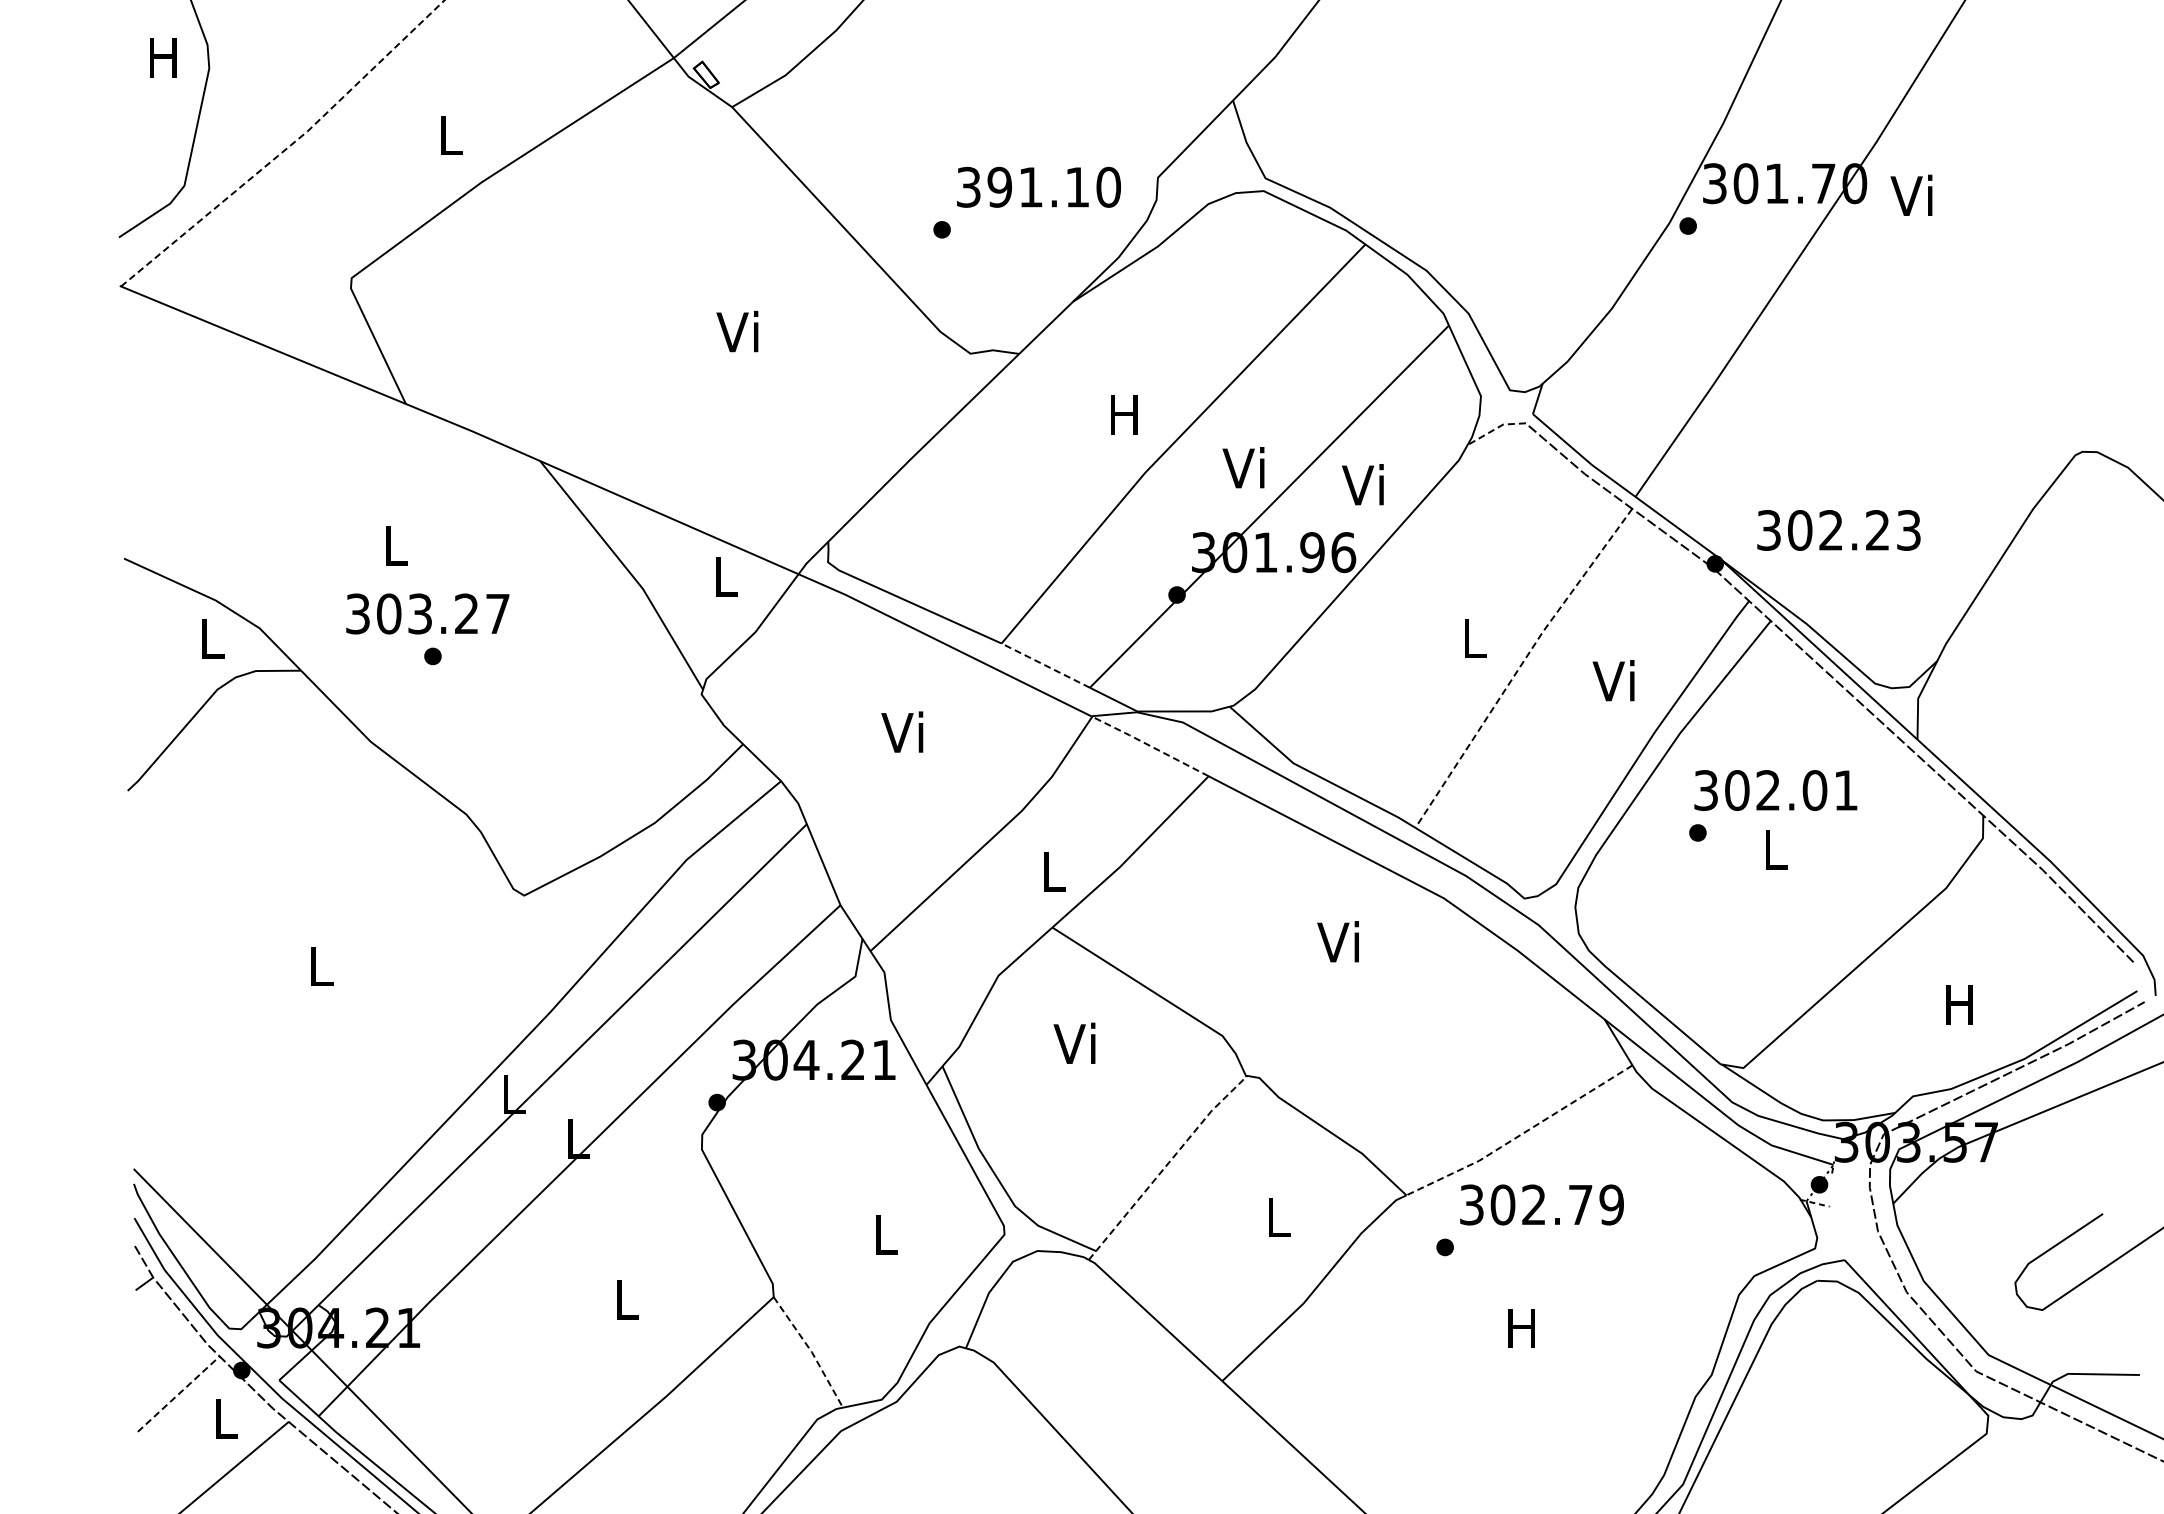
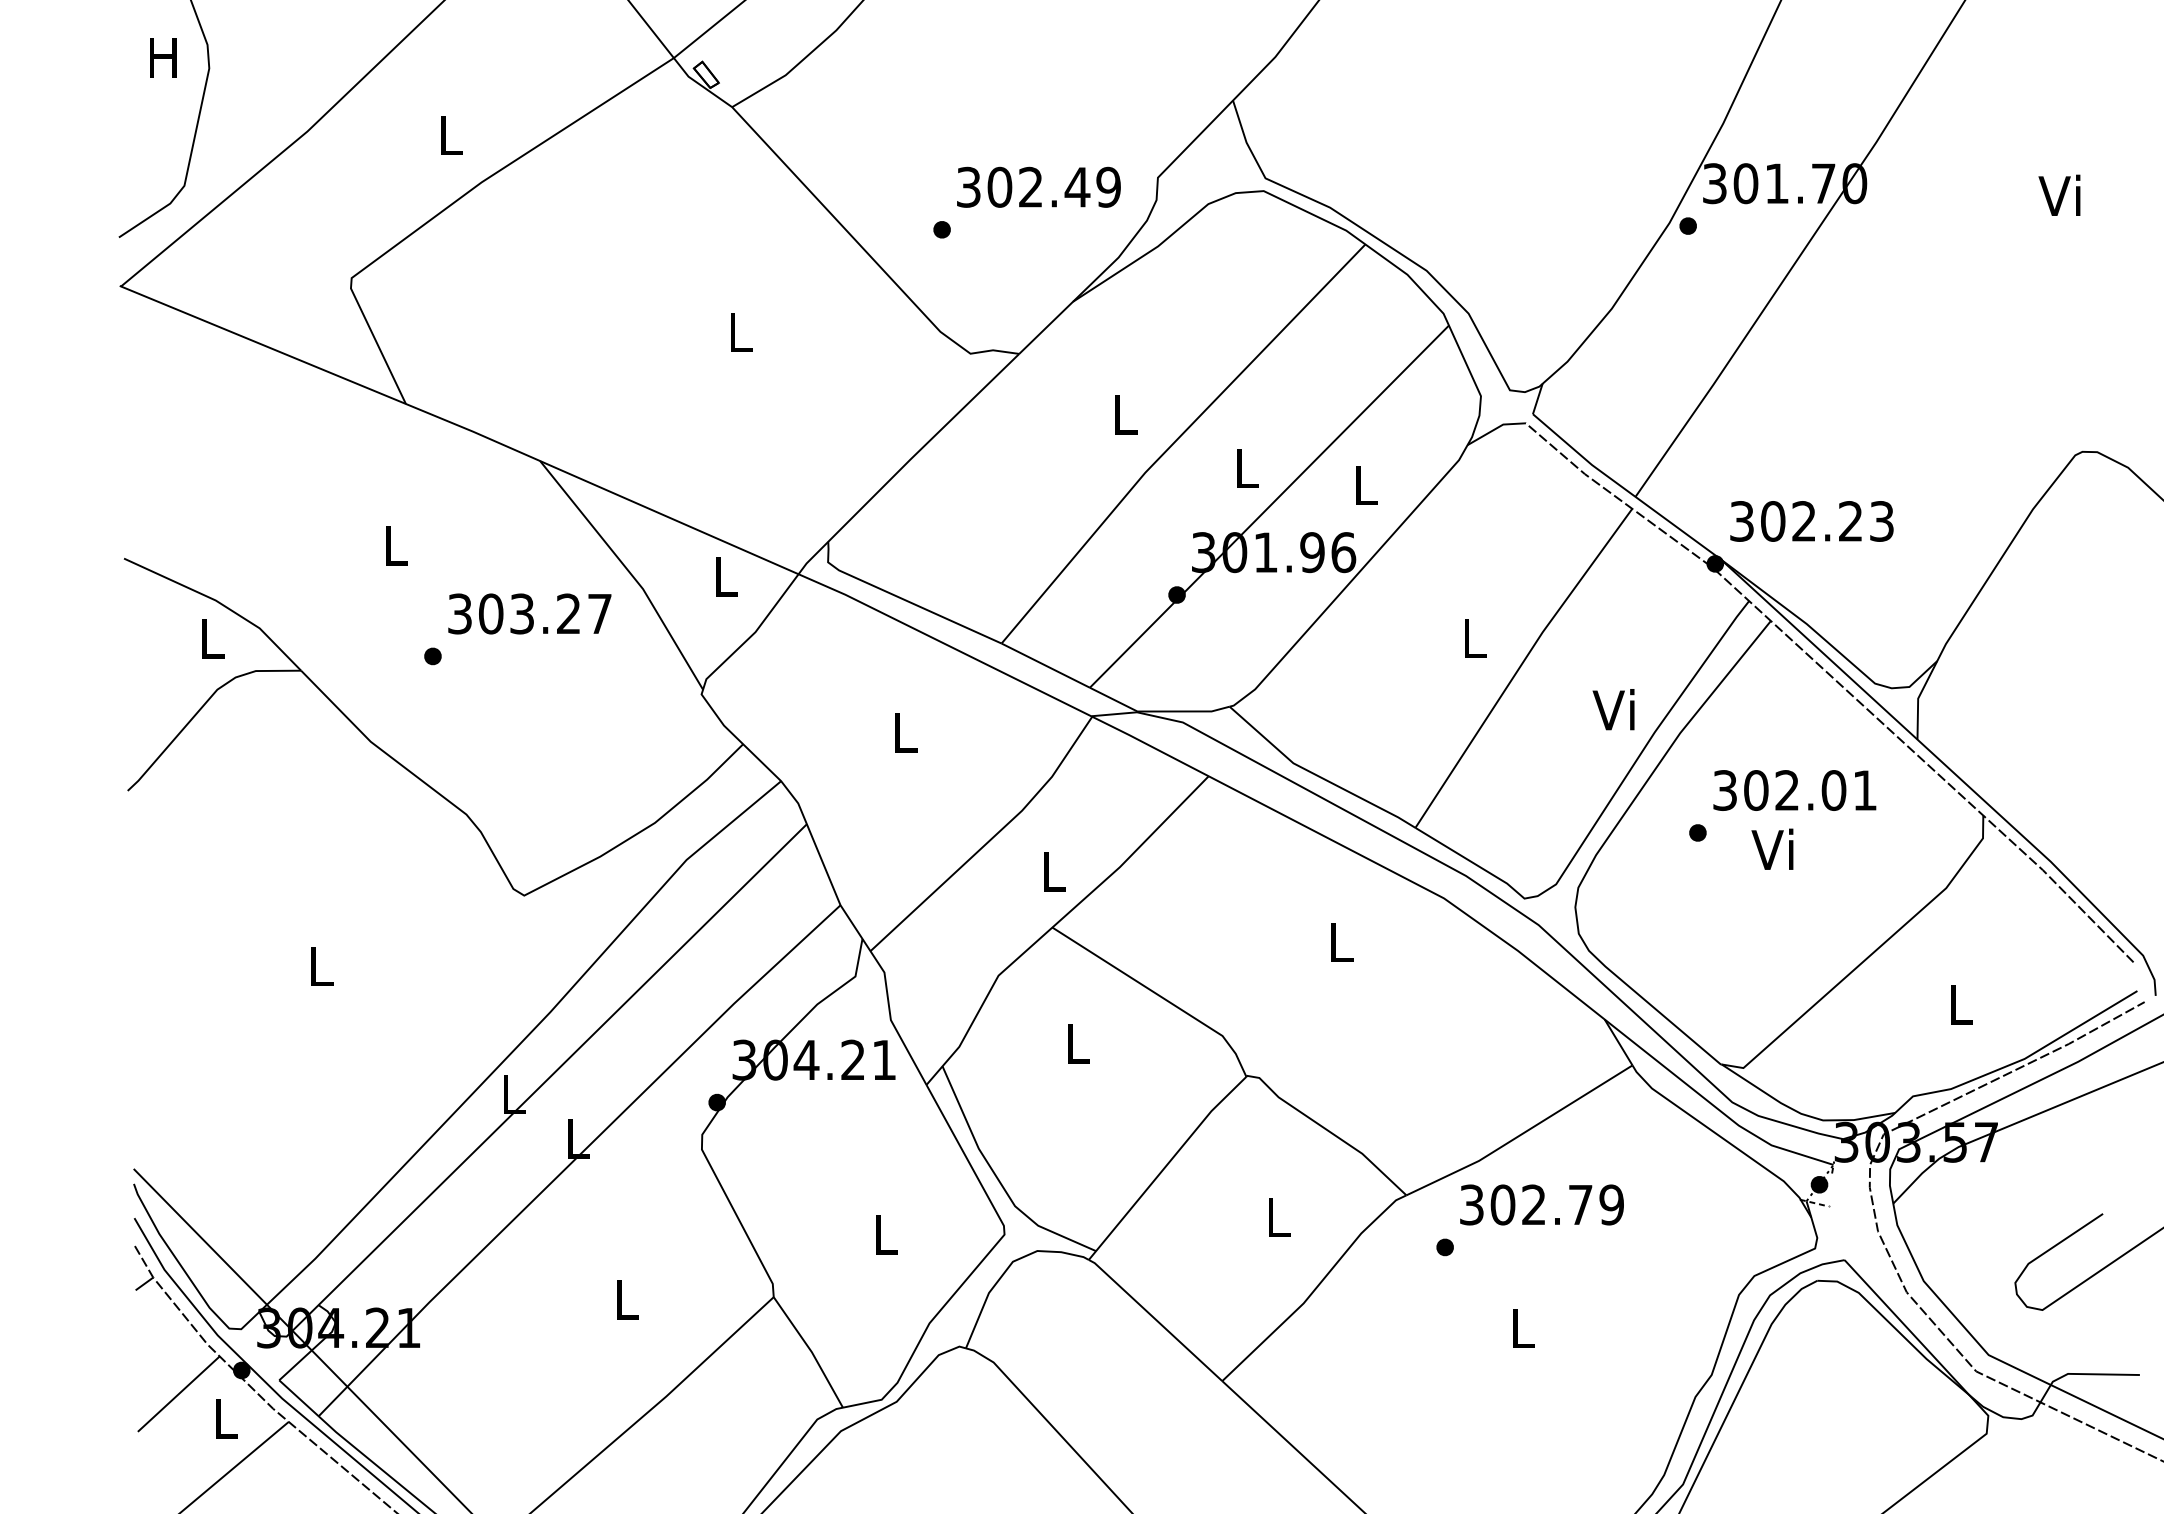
line at (287, 148): dashed -> solid
text at (1054, 186): 391.10 -> 302.49
text at (1911, 194) position: (1911, 194) -> (2059, 194)
text at (737, 331): Vi -> L
text at (1124, 414): H -> L
line at (1495, 428): dashed -> solid
text at (1243, 467): Vi -> L
text at (1362, 484): Vi -> L
text at (1838, 530) position: (1838, 530) -> (1811, 521)
text at (427, 613) position: (427, 613) -> (529, 613)
line at (1045, 665): dashed -> solid
line at (1520, 665): dashed -> solid
text at (1613, 680) position: (1613, 680) -> (1613, 709)
text at (902, 731): Vi -> L
line at (1149, 745): dashed -> solid
text at (1775, 790) position: (1775, 790) -> (1794, 790)
text at (1772, 848): L -> Vi
text at (1337, 941): Vi -> L
text at (1959, 1004): H -> L
text at (1074, 1042): Vi -> L
line at (1520, 1135): dashed -> solid
line at (1166, 1165): dashed -> solid
text at (1521, 1328): H -> L
line at (811, 1351): dashed -> solid
line at (178, 1394): dashed -> solid
